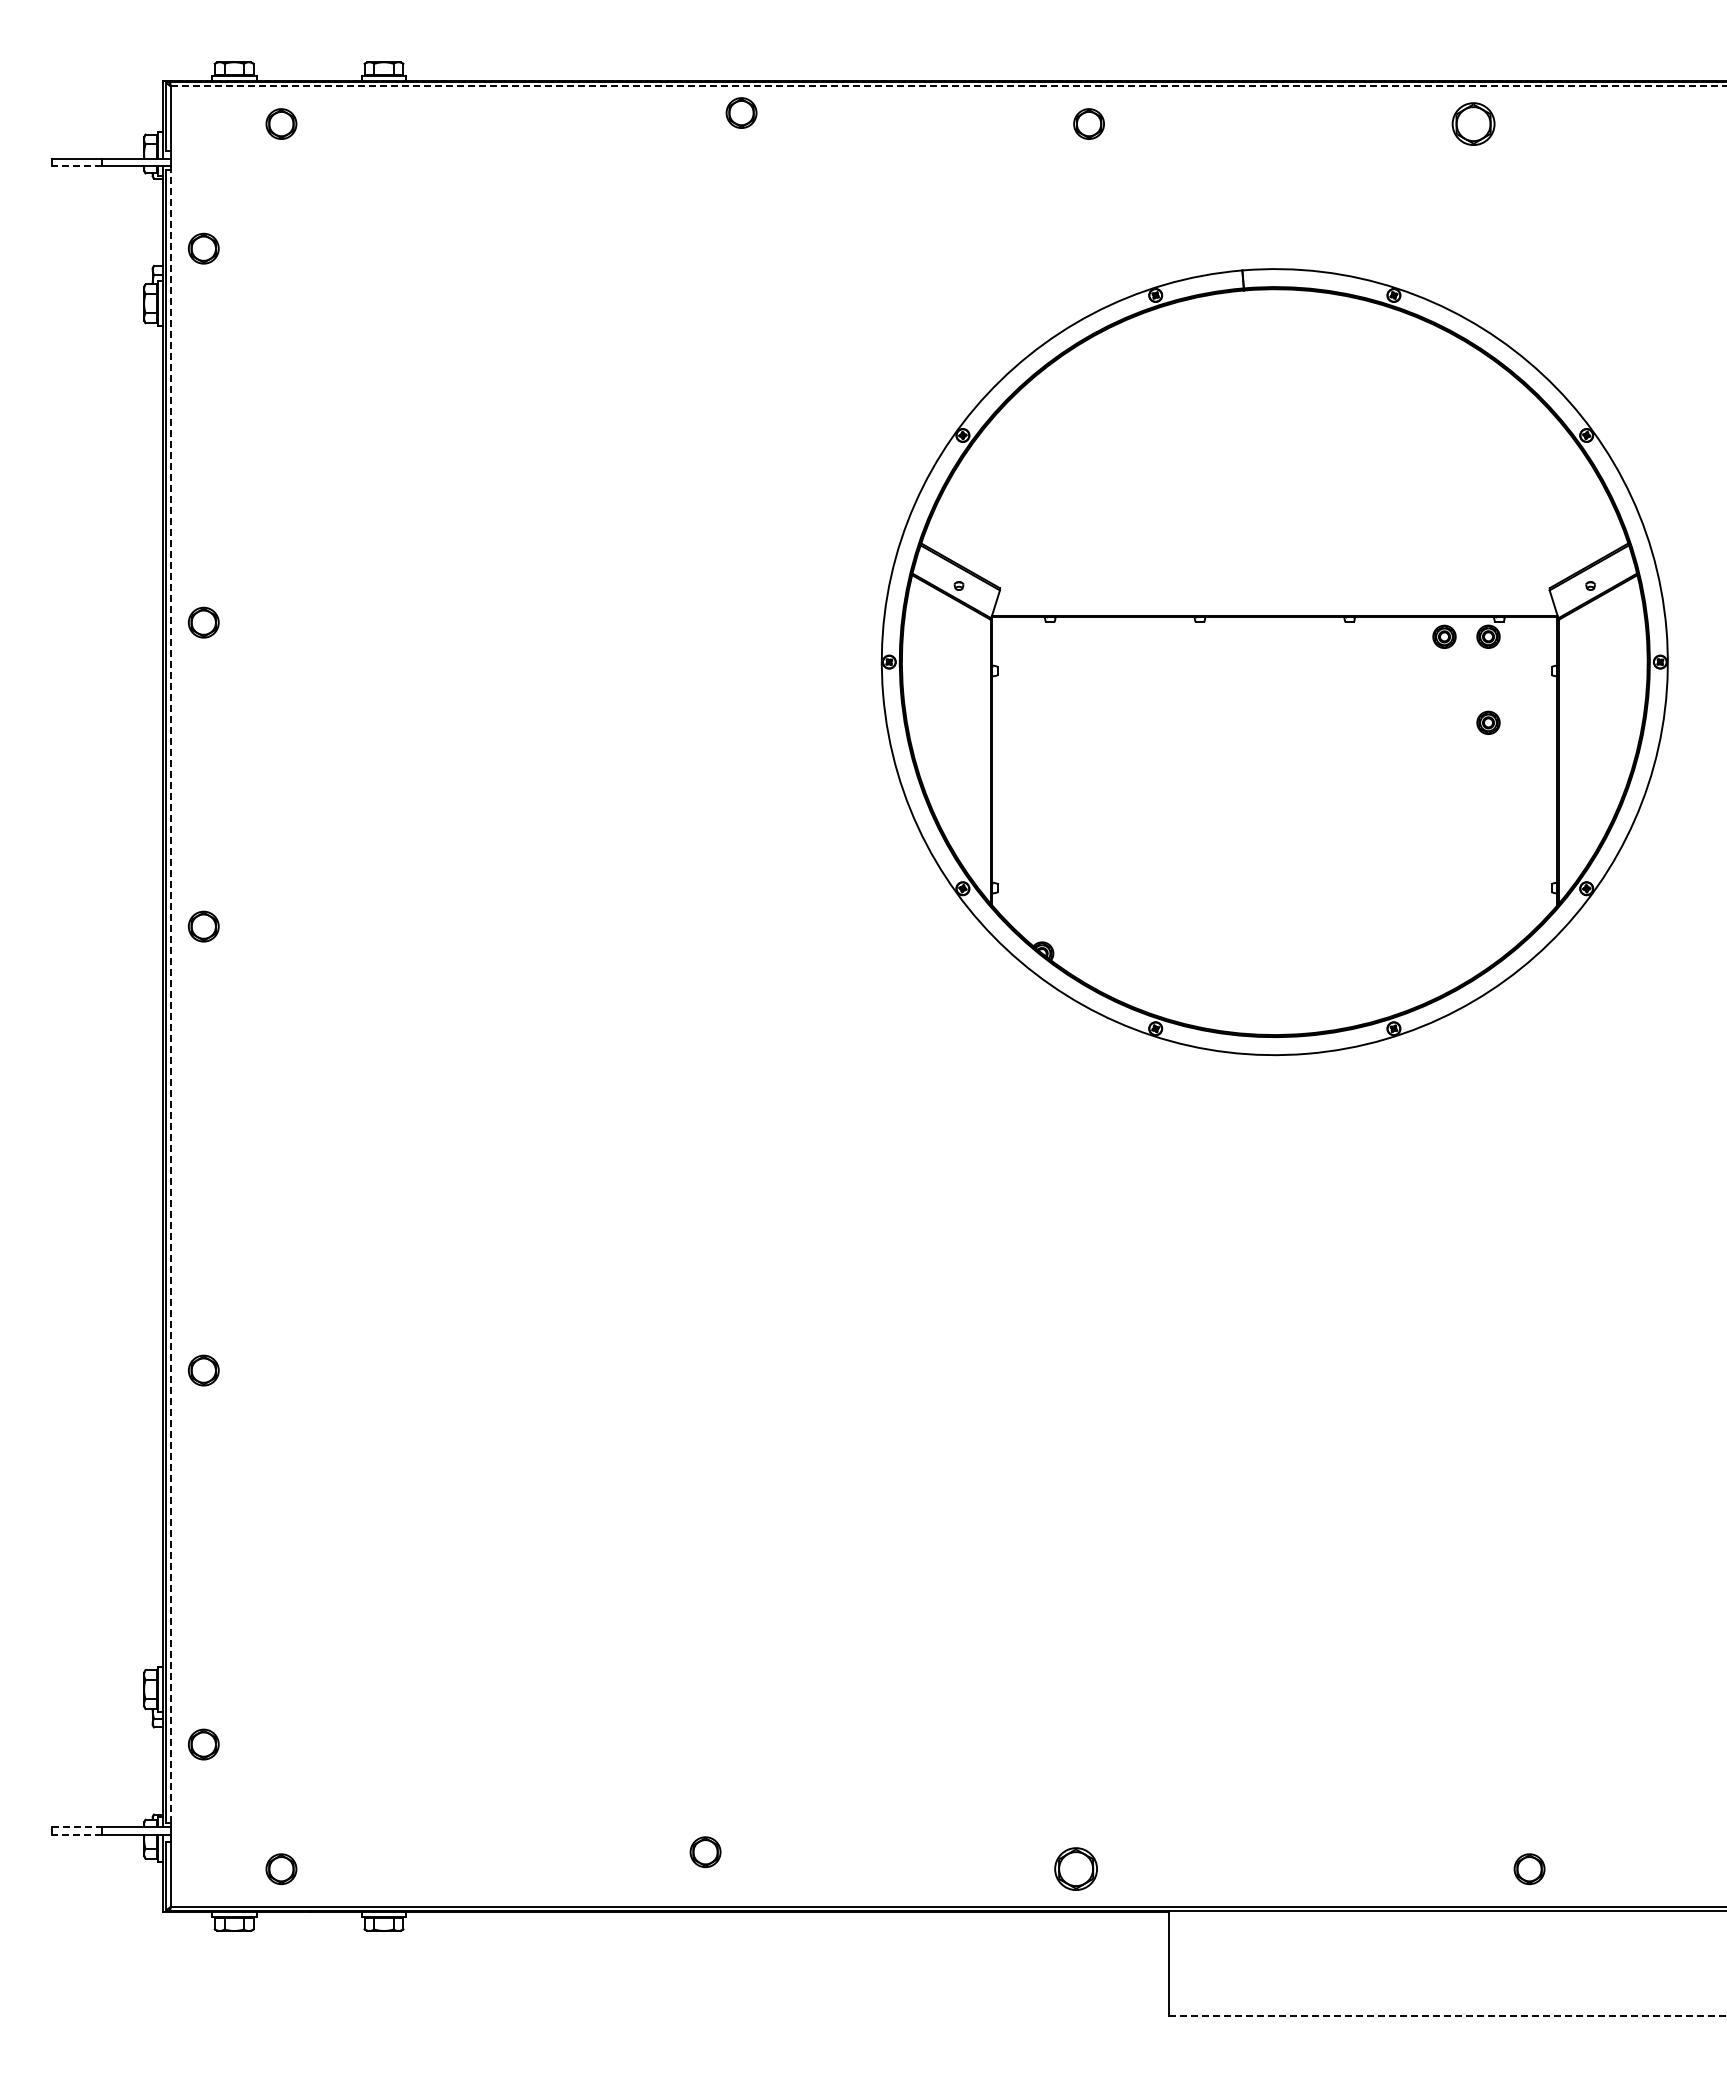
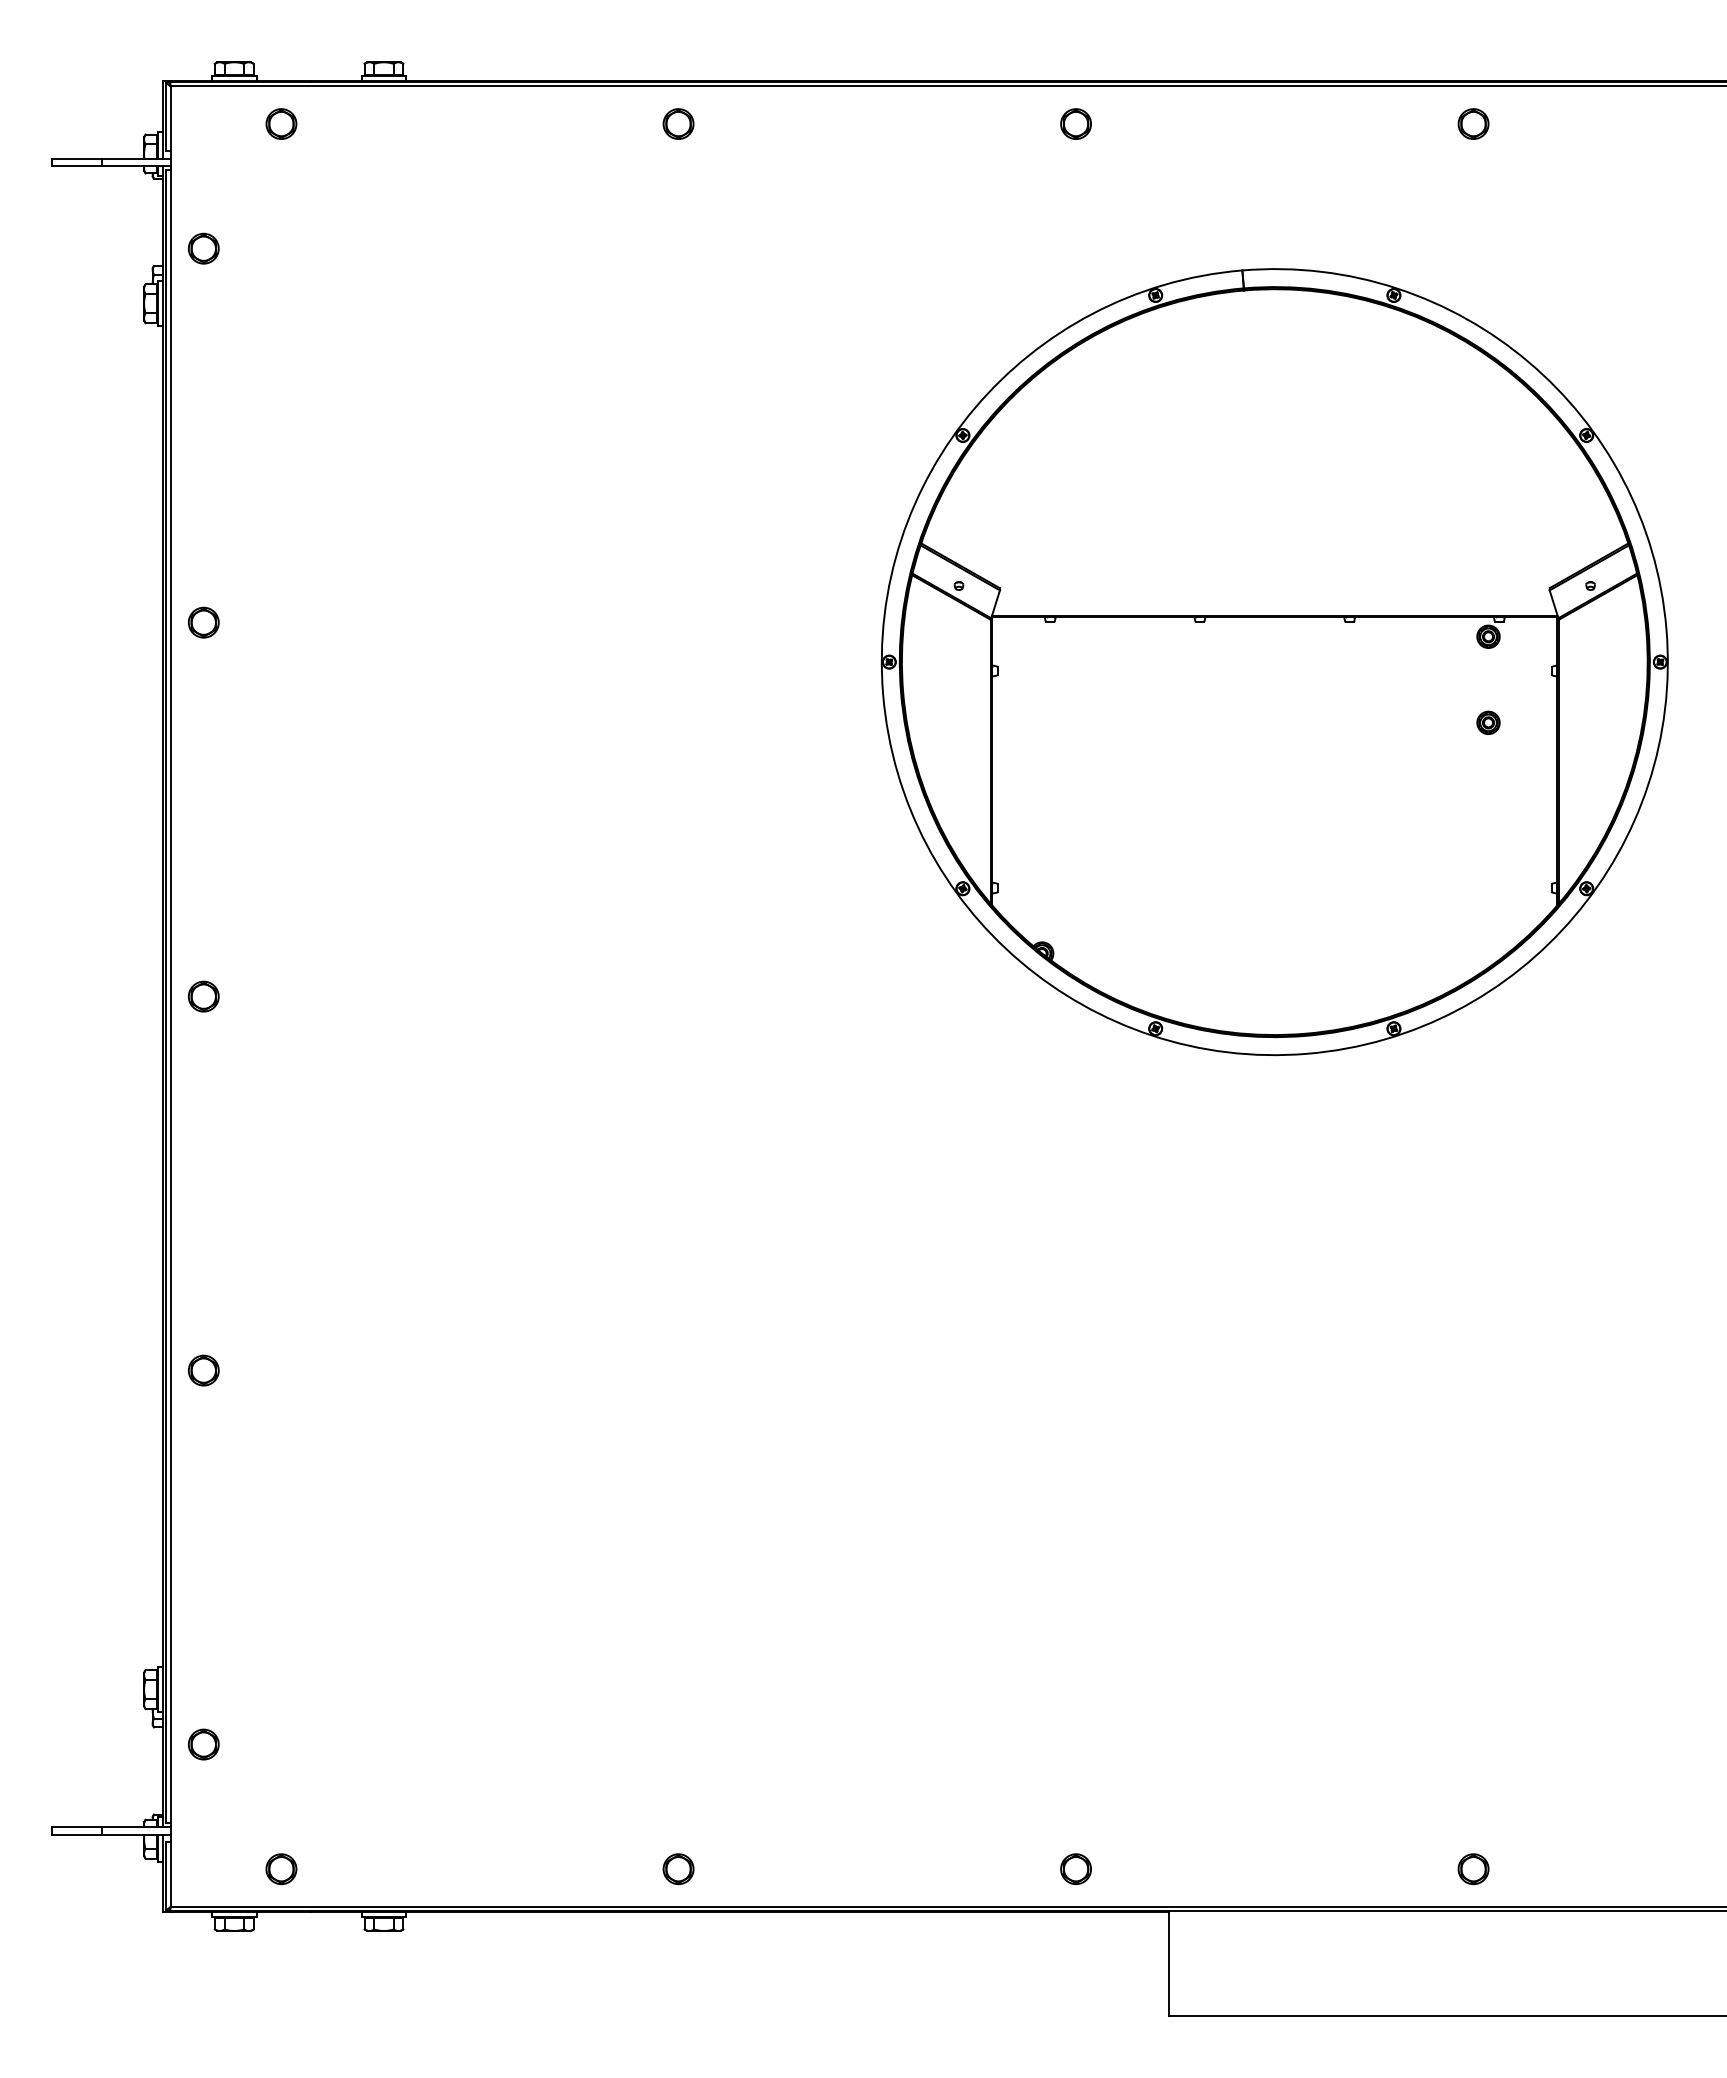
line at (948, 86): dashed -> solid
part at (741, 112) position: (741, 112) -> (678, 123)
part at (1088, 123) position: (1088, 123) -> (1075, 123)
part at (1473, 123) size: 45x44 px -> 33x32 px
line at (76, 166): dashed -> solid
part at (1444, 636): present -> none
part at (203, 926) position: (203, 926) -> (203, 996)
line at (170, 996): dashed -> solid
line at (77, 1827): dashed -> solid
line at (76, 1834): dashed -> solid
part at (705, 1852) position: (705, 1852) -> (678, 1869)
part at (1075, 1868) size: 44x44 px -> 32x33 px
part at (1529, 1869) position: (1529, 1869) -> (1473, 1869)
line at (1448, 2015): dashed -> solid
